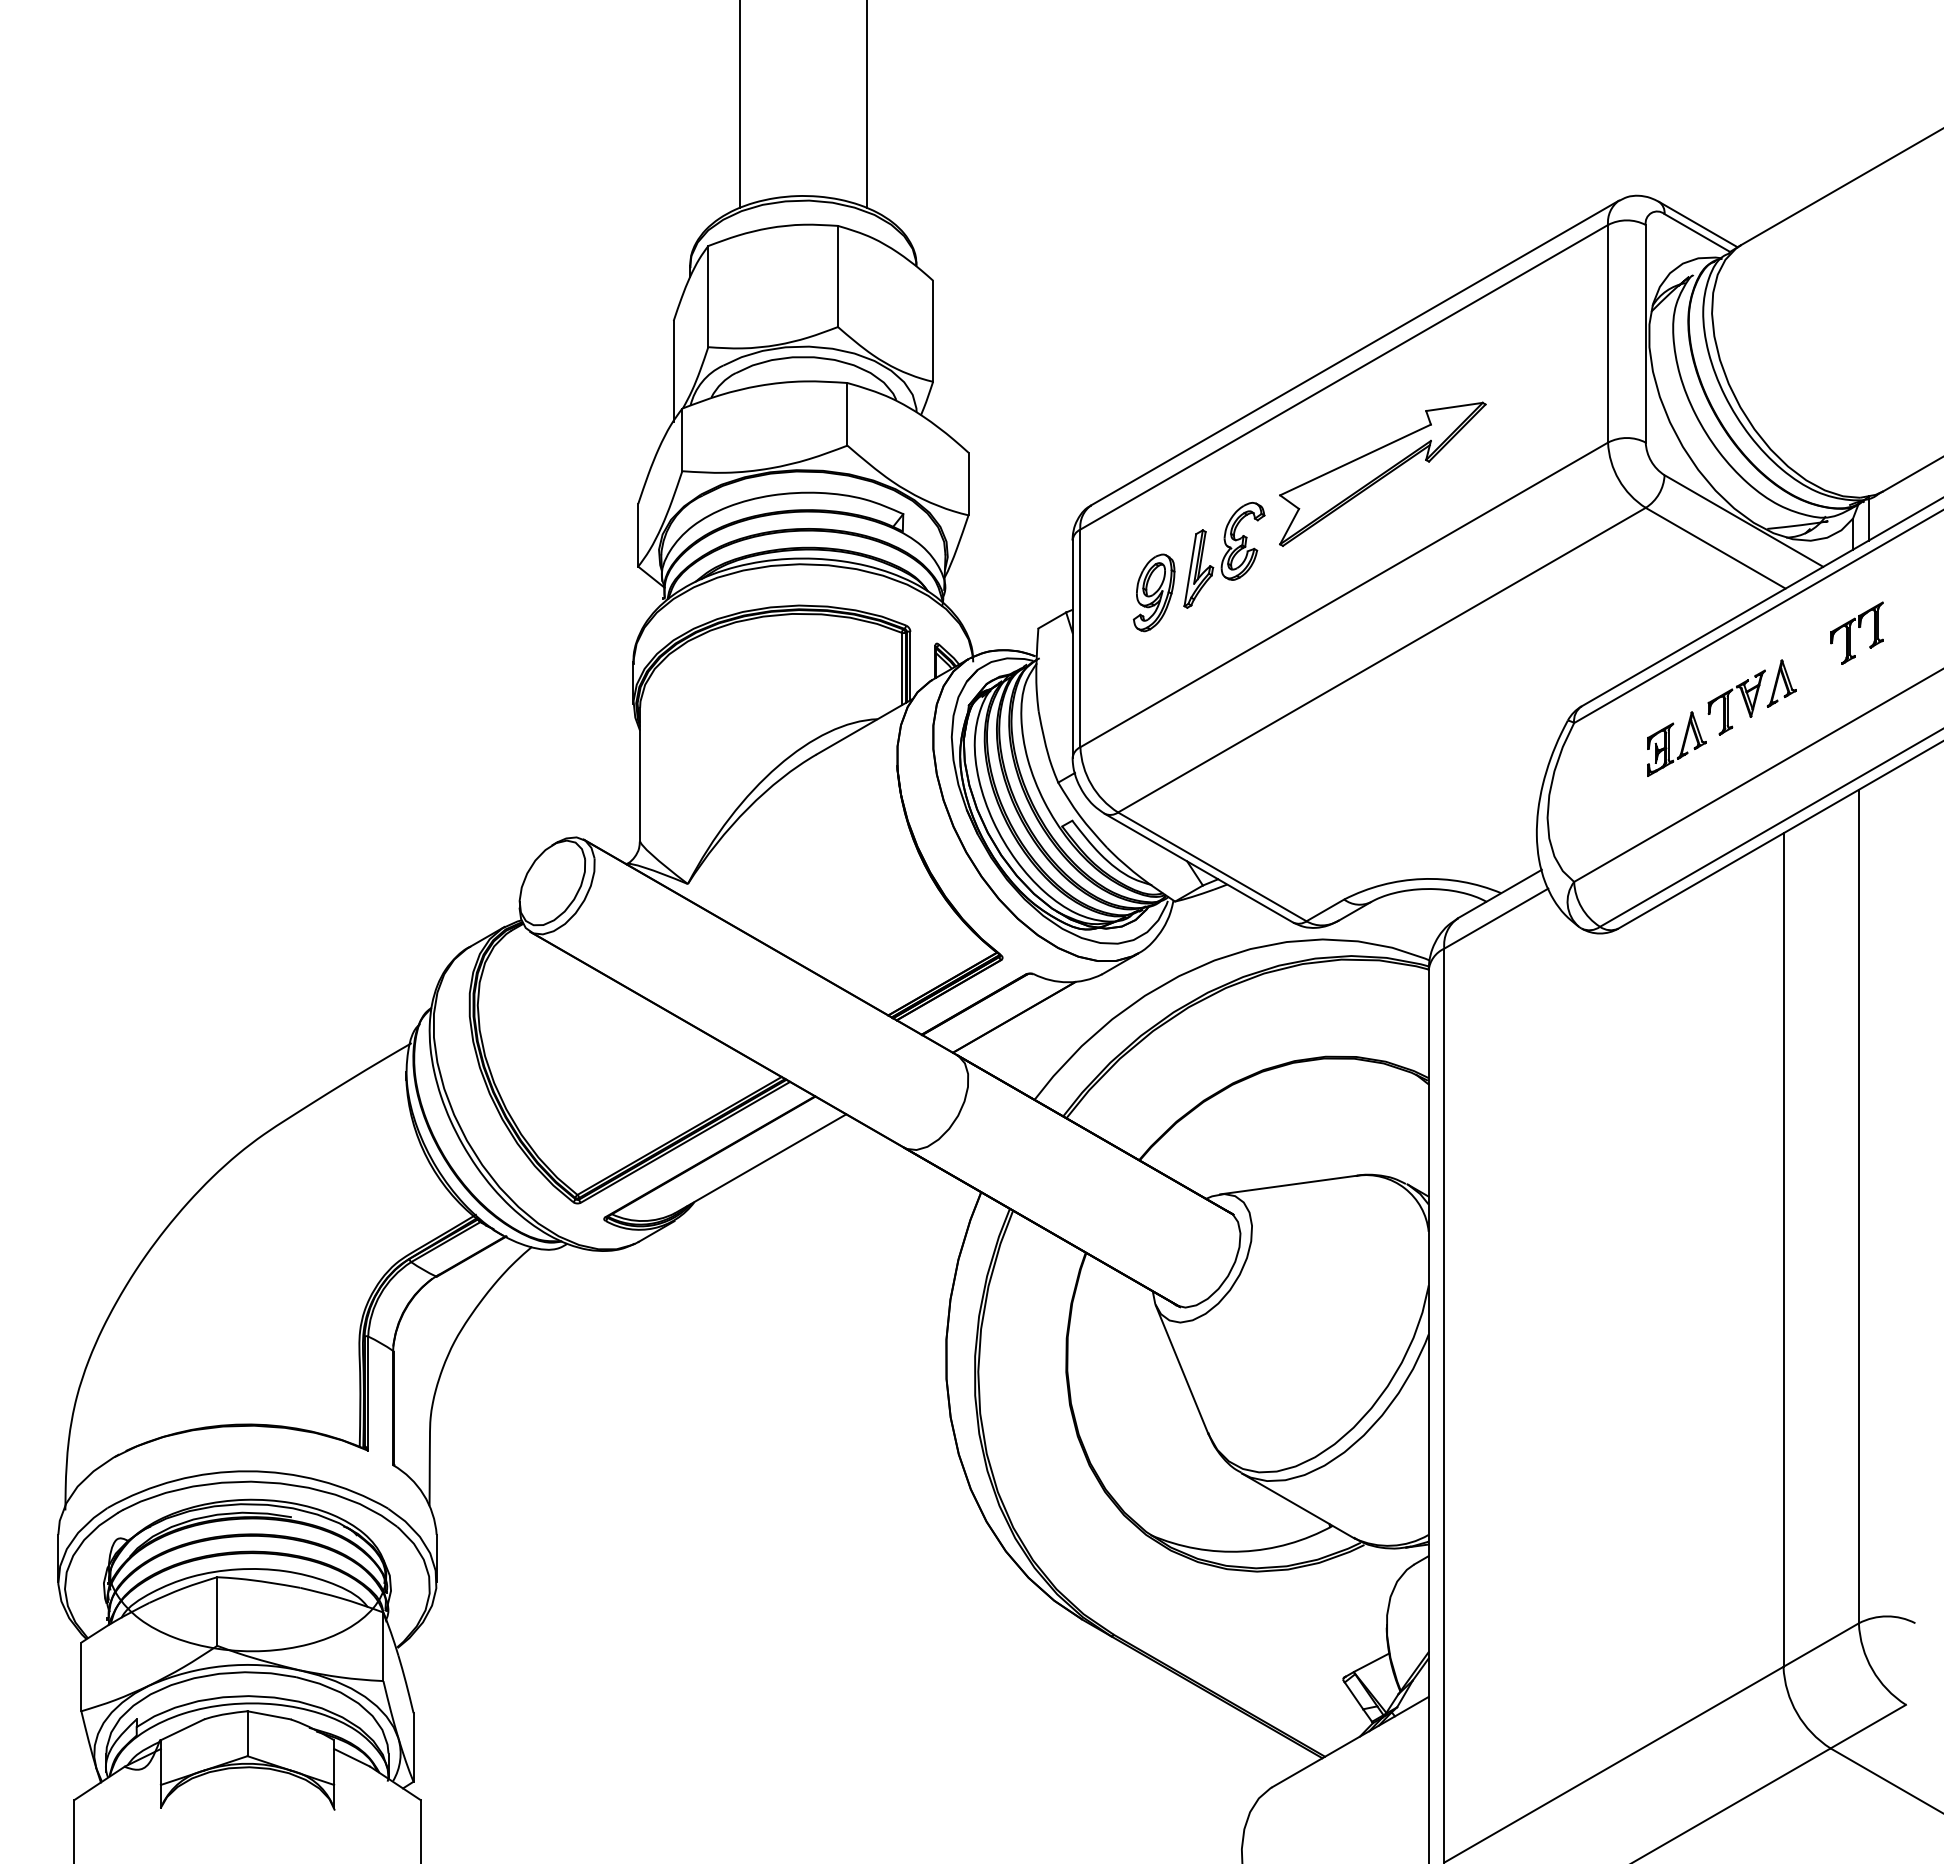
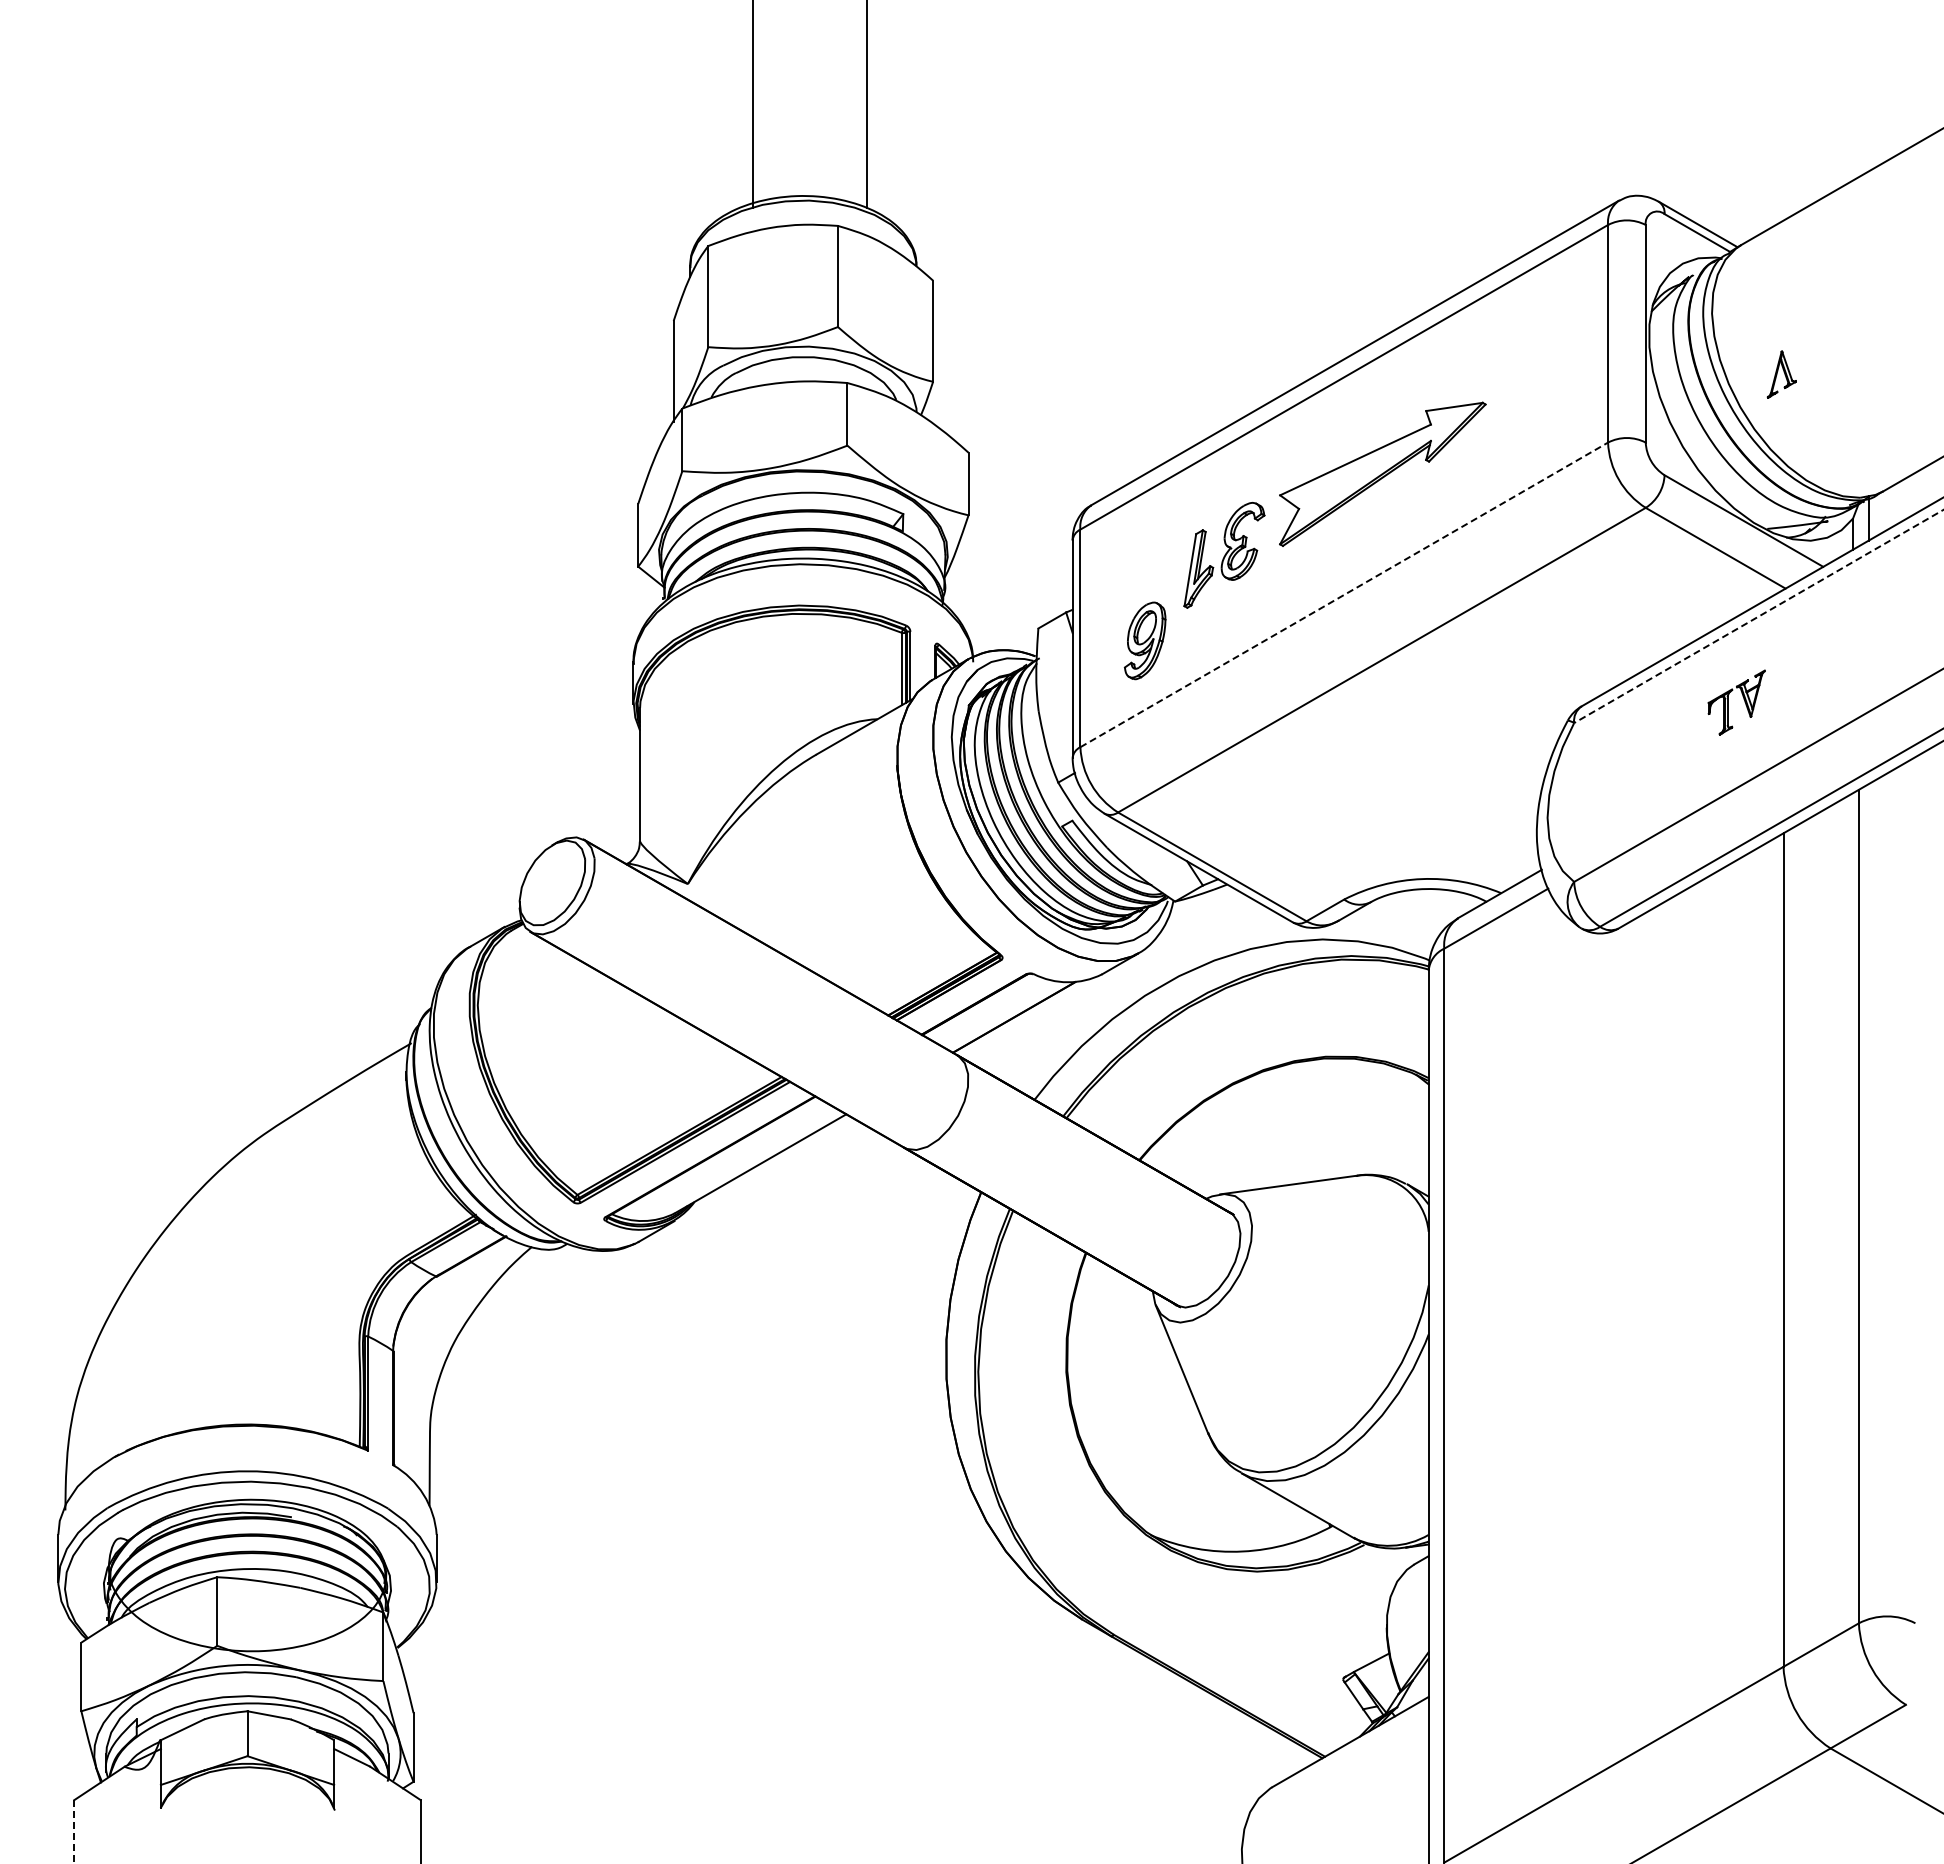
line at (739, 105) position: (739, 105) -> (752, 105)
part at (1153, 592) position: (1153, 592) -> (1144, 640)
line at (1344, 594): solid -> dashed
line at (1758, 616): solid -> dashed
part at (1856, 632): present -> none
part at (1781, 683) position: (1781, 683) -> (1781, 374)
part at (1676, 743): present -> none
line at (74, 1831): solid -> dashed
